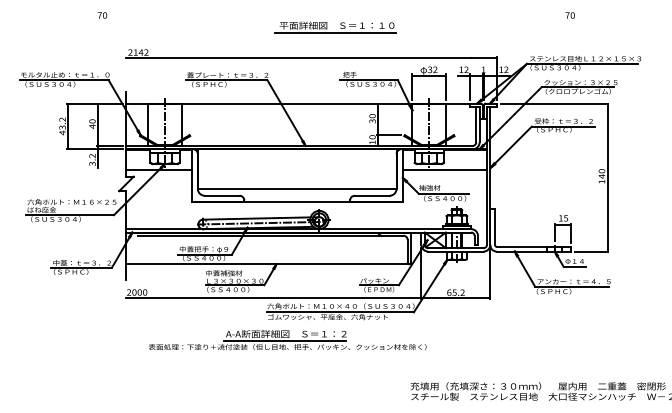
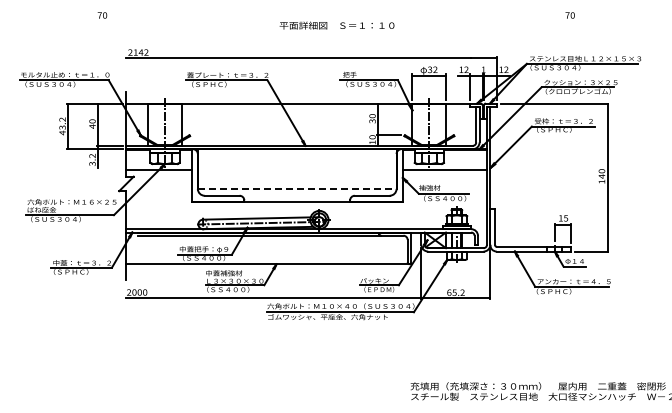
line at (335, 32): present -> none
line at (297, 189): solid -> dashed
part at (287, 340): present -> none
